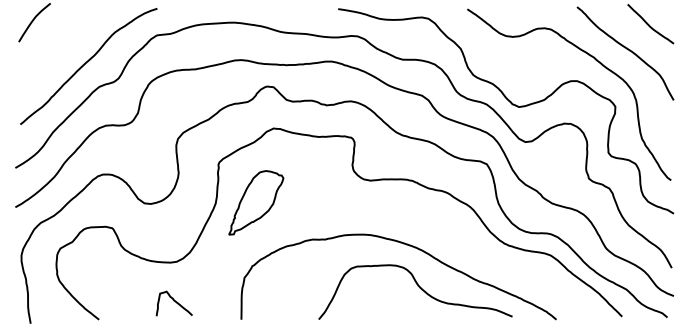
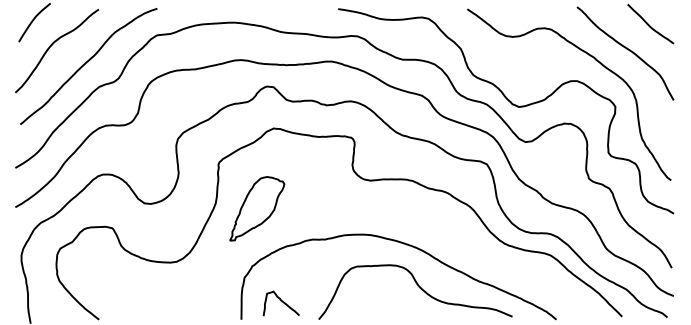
curve at (52, 45): none -> present
part at (256, 202) position: (256, 202) -> (257, 208)
curve at (173, 301) position: (173, 301) -> (280, 301)
